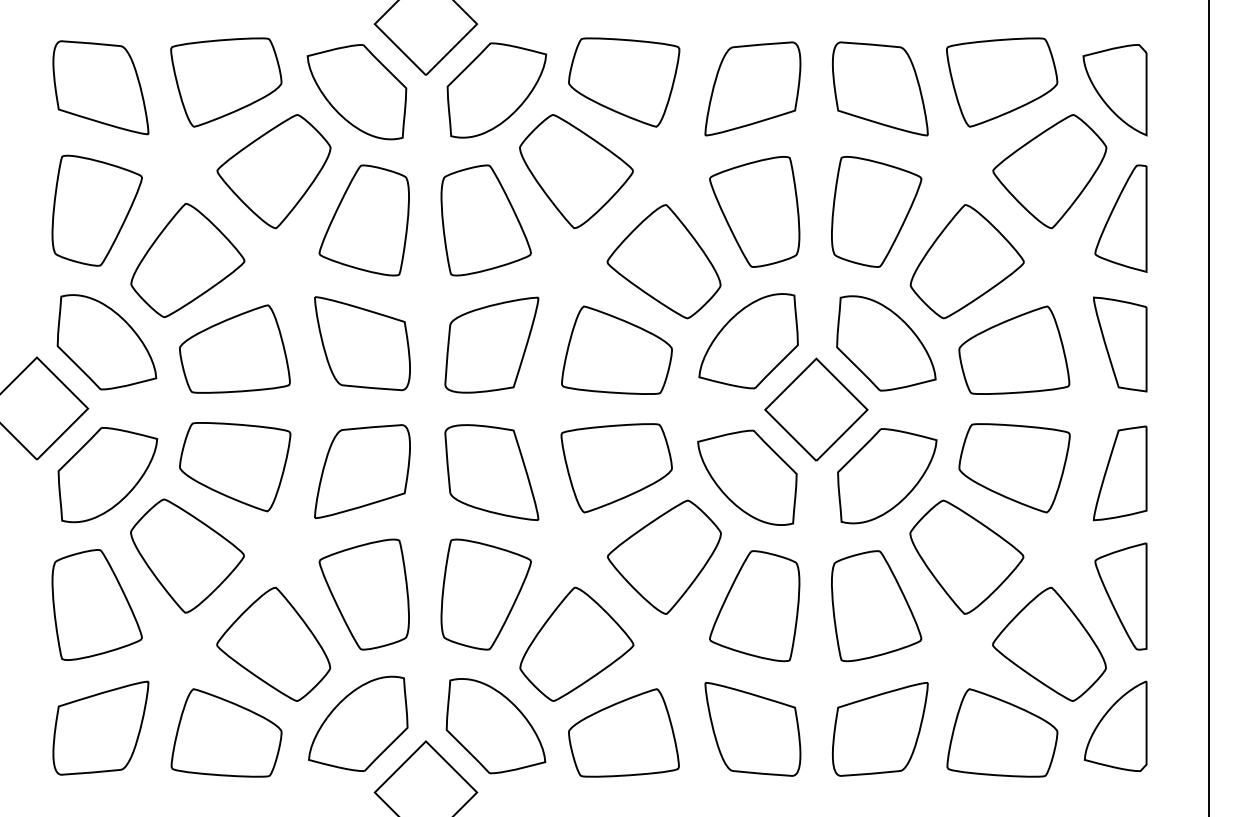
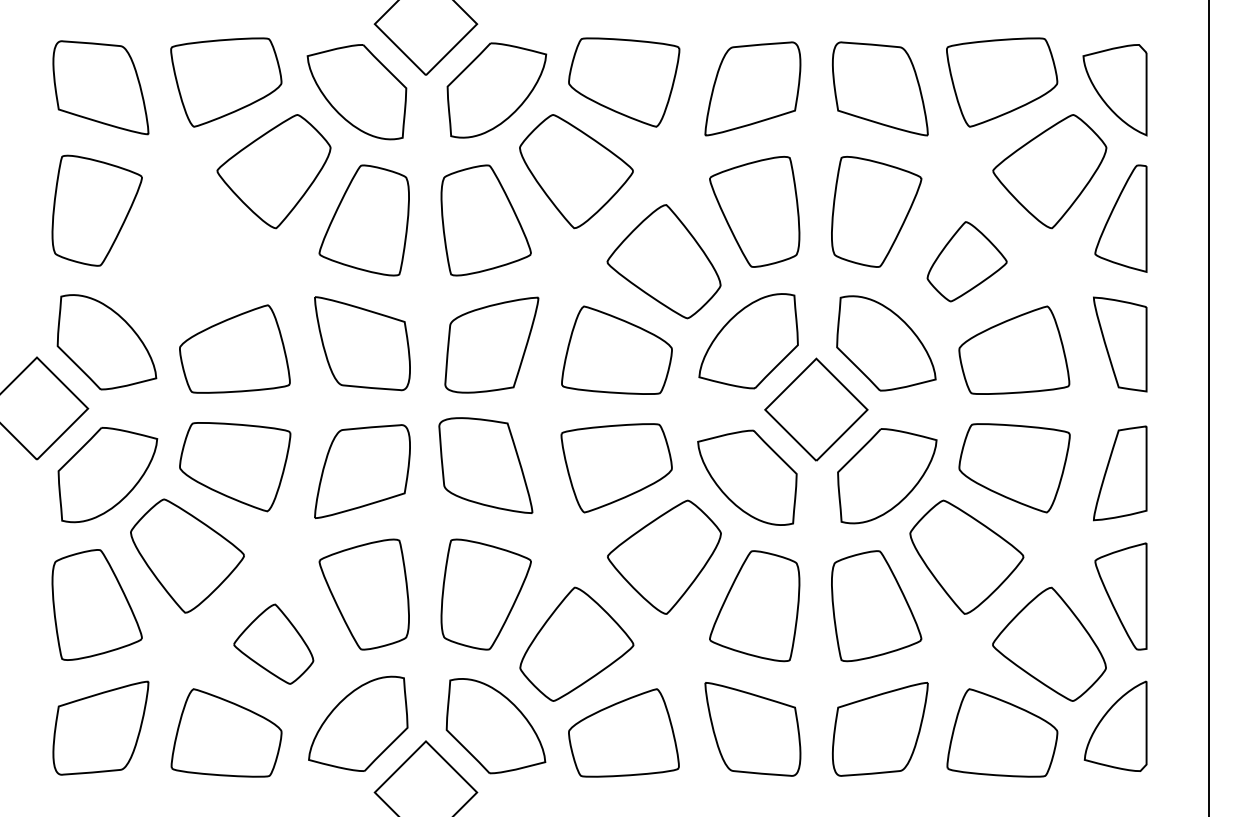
part at (187, 260): present -> none
part at (966, 261) size: 116x116 px -> 82x82 px
part at (491, 472) position: (491, 472) -> (485, 465)
part at (273, 643) size: 116x116 px -> 82x82 px
